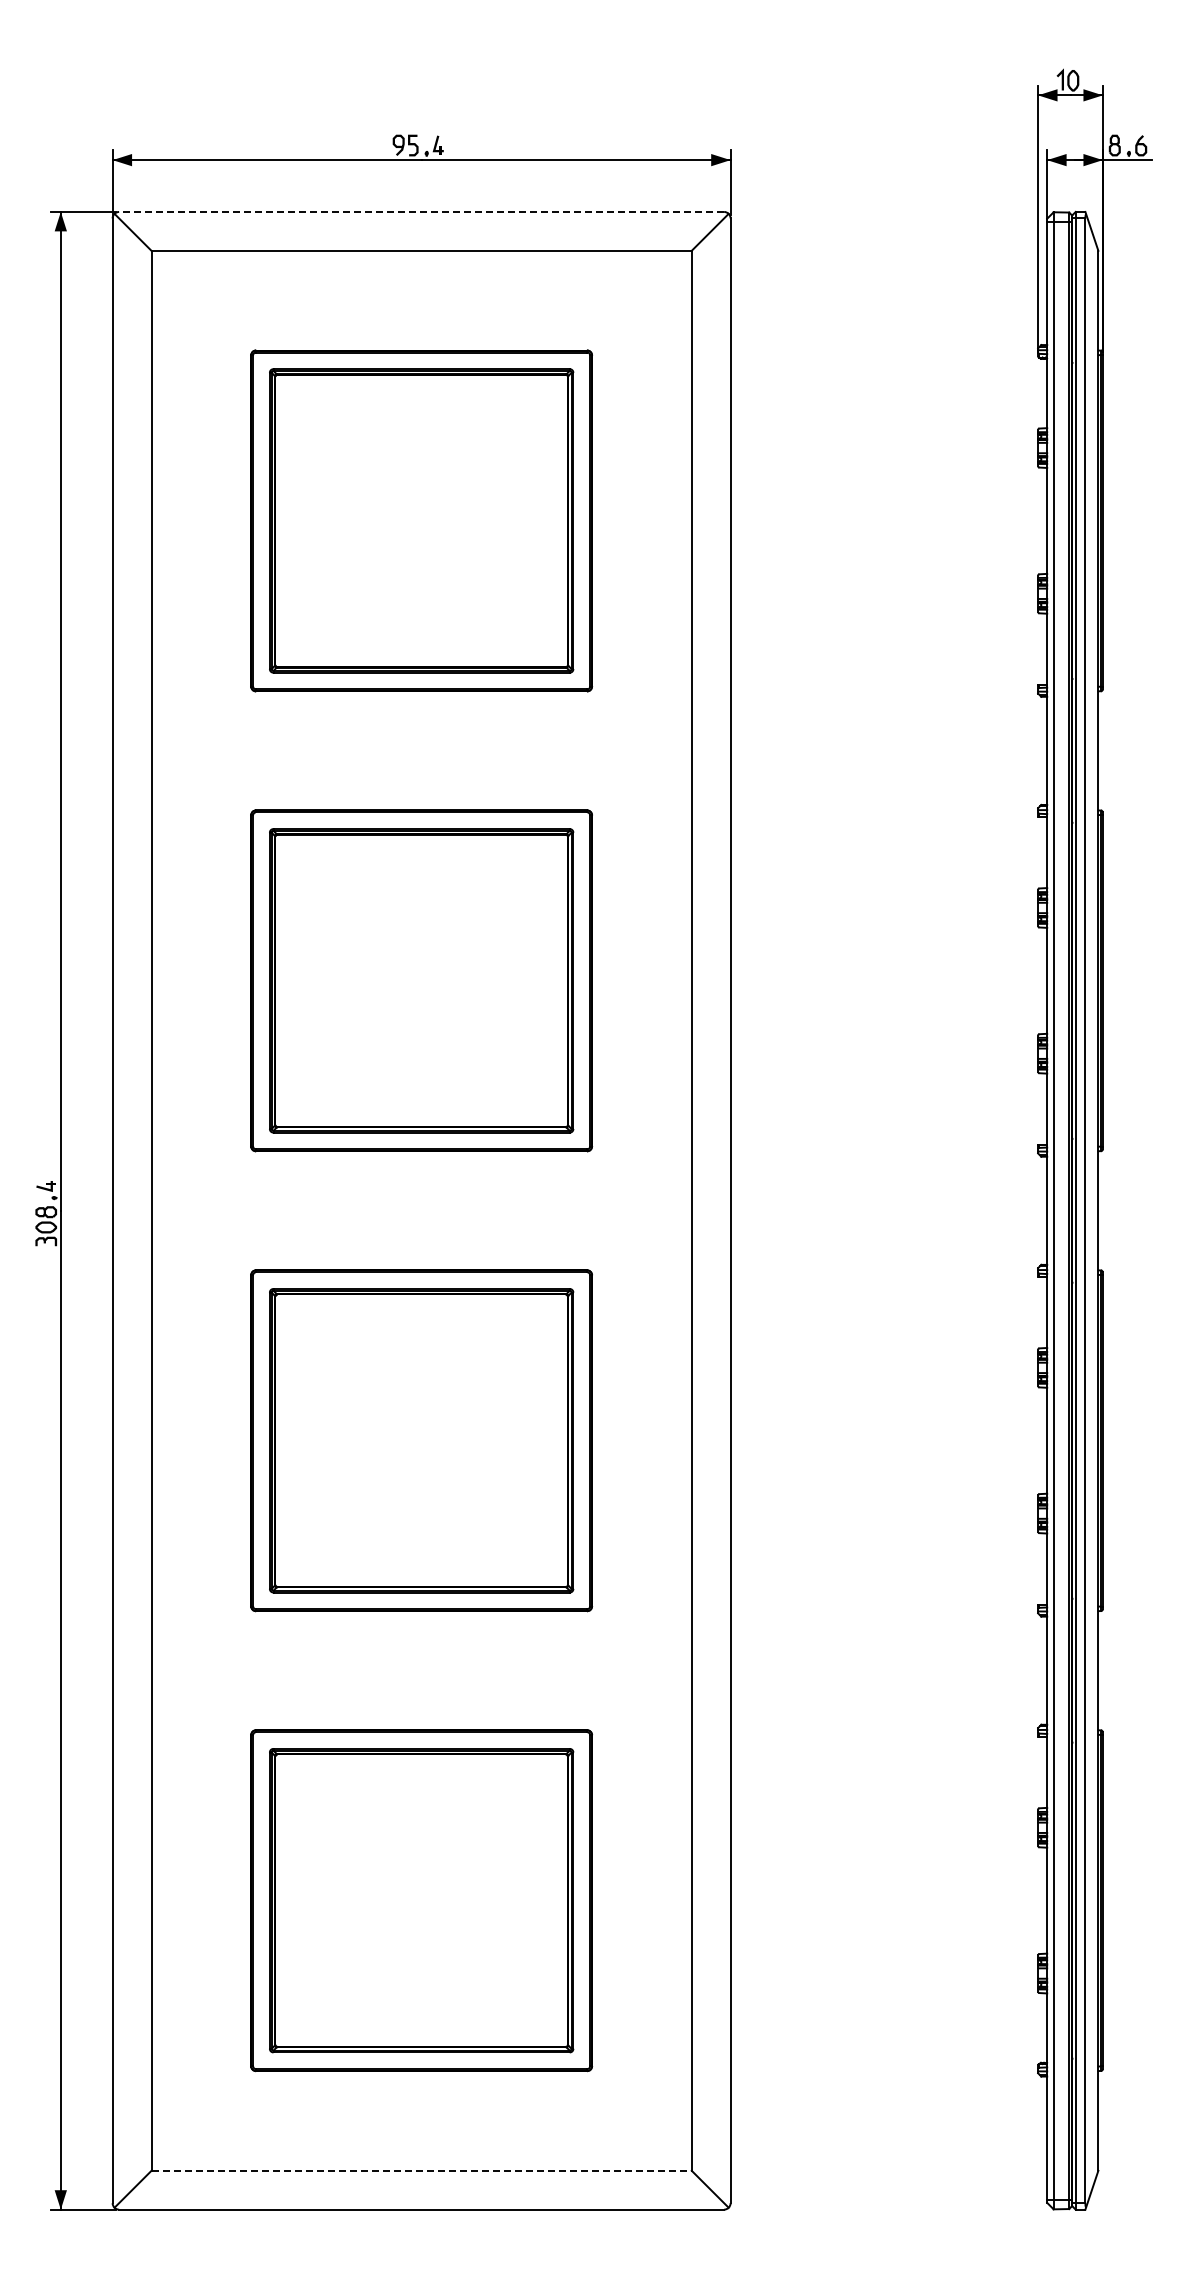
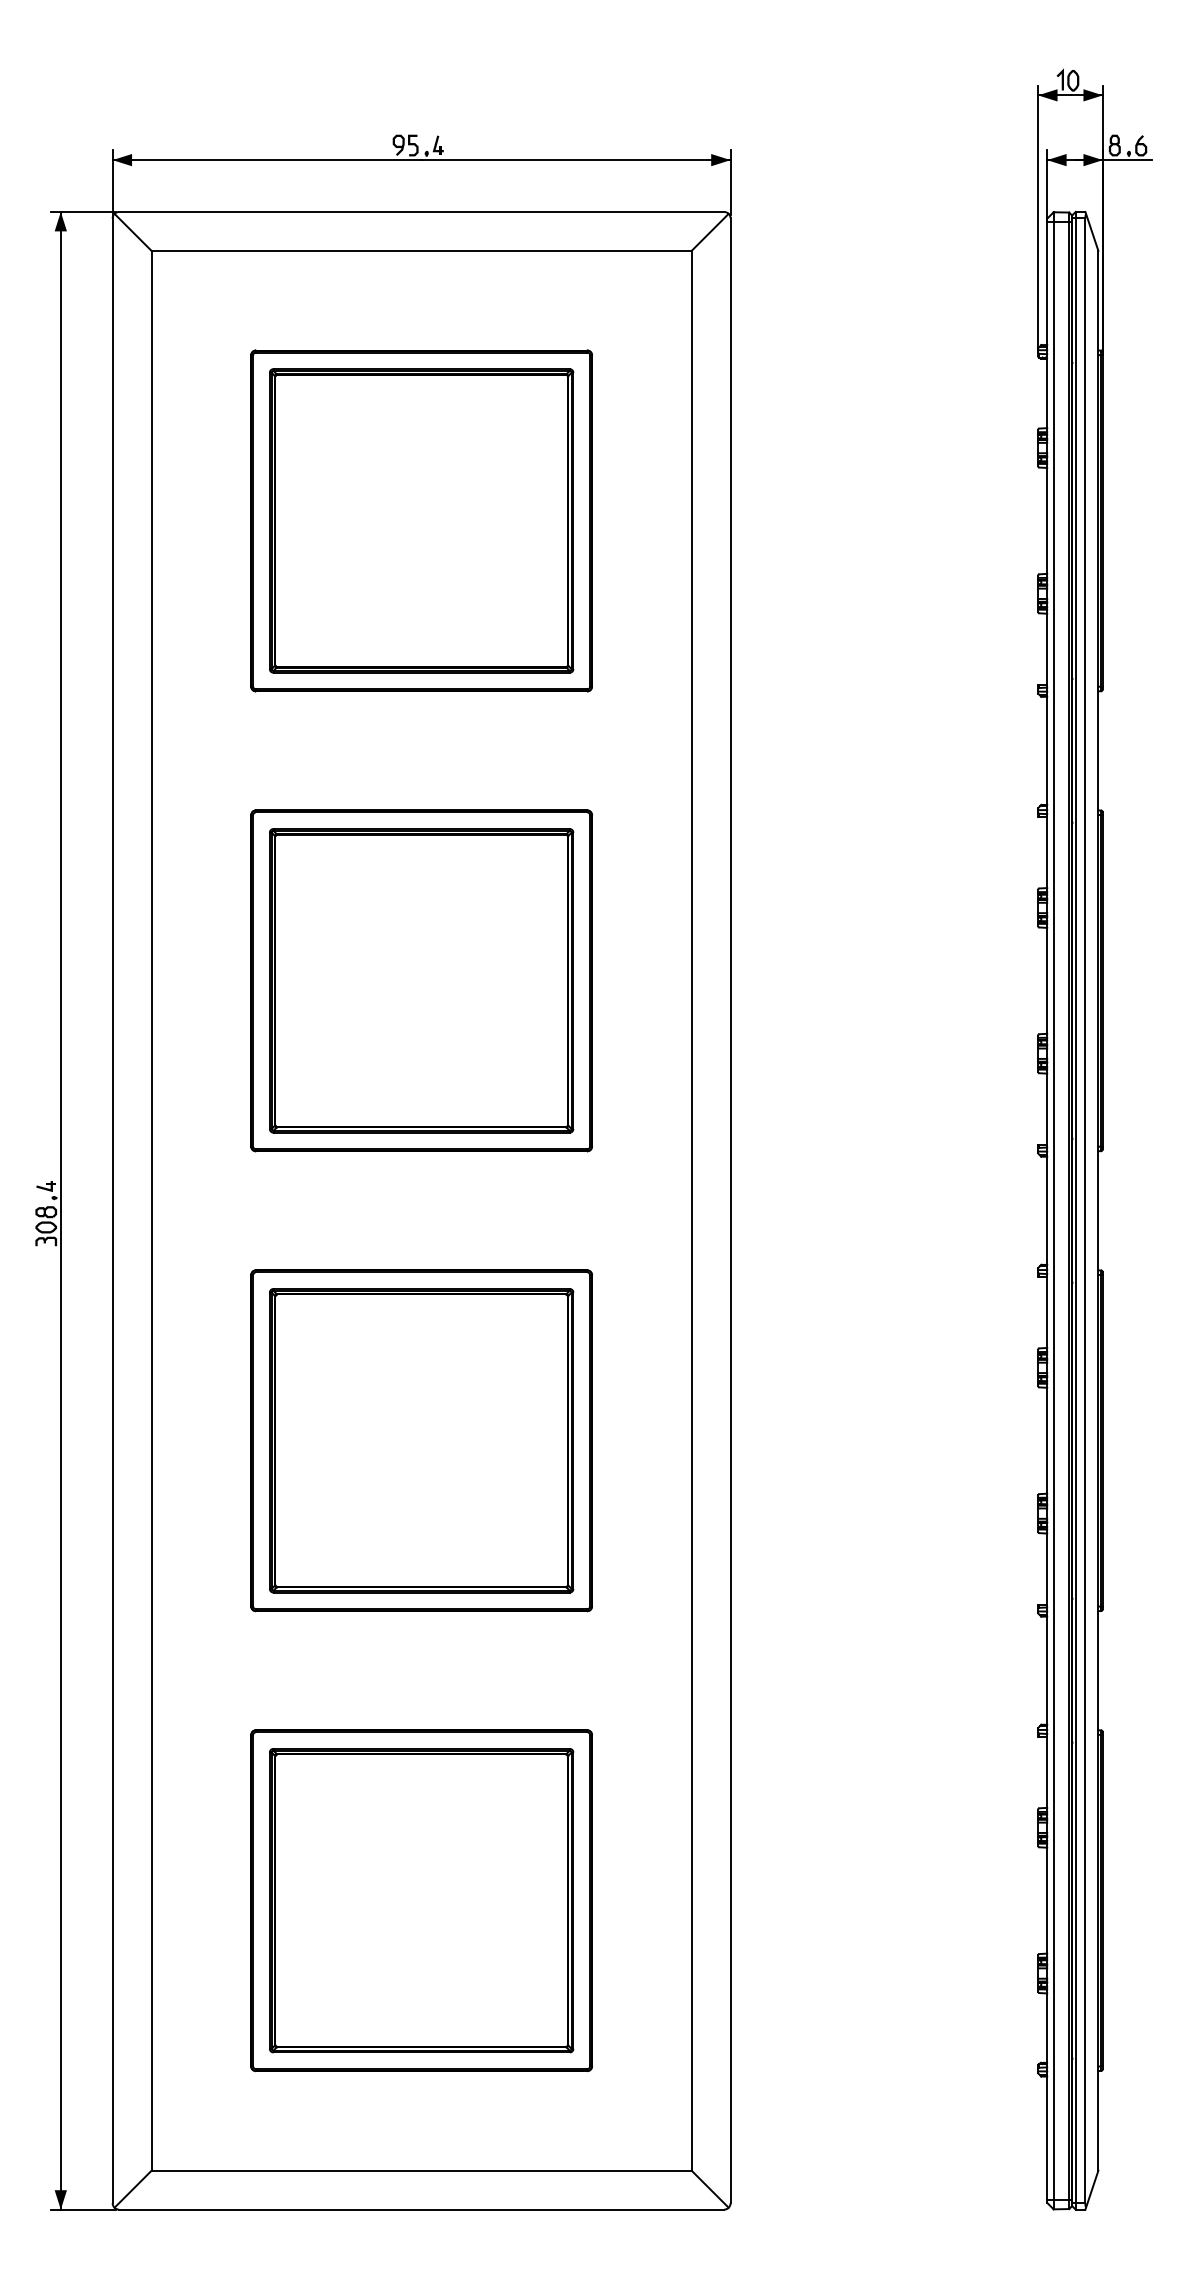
line at (421, 211): dashed -> solid
line at (422, 2170): dashed -> solid
